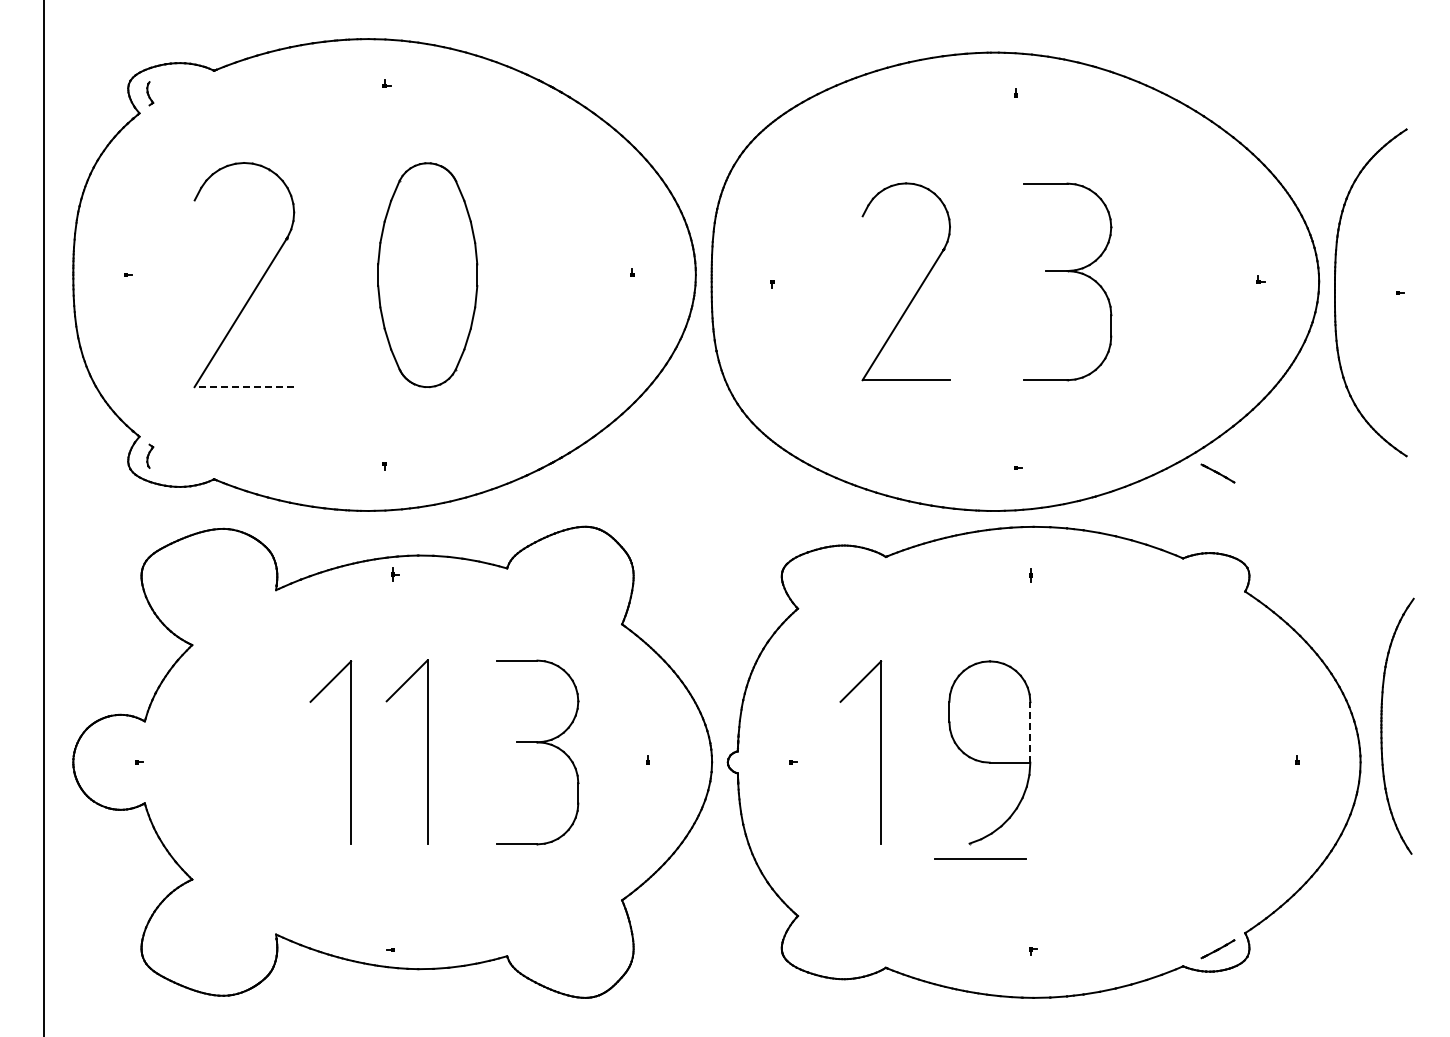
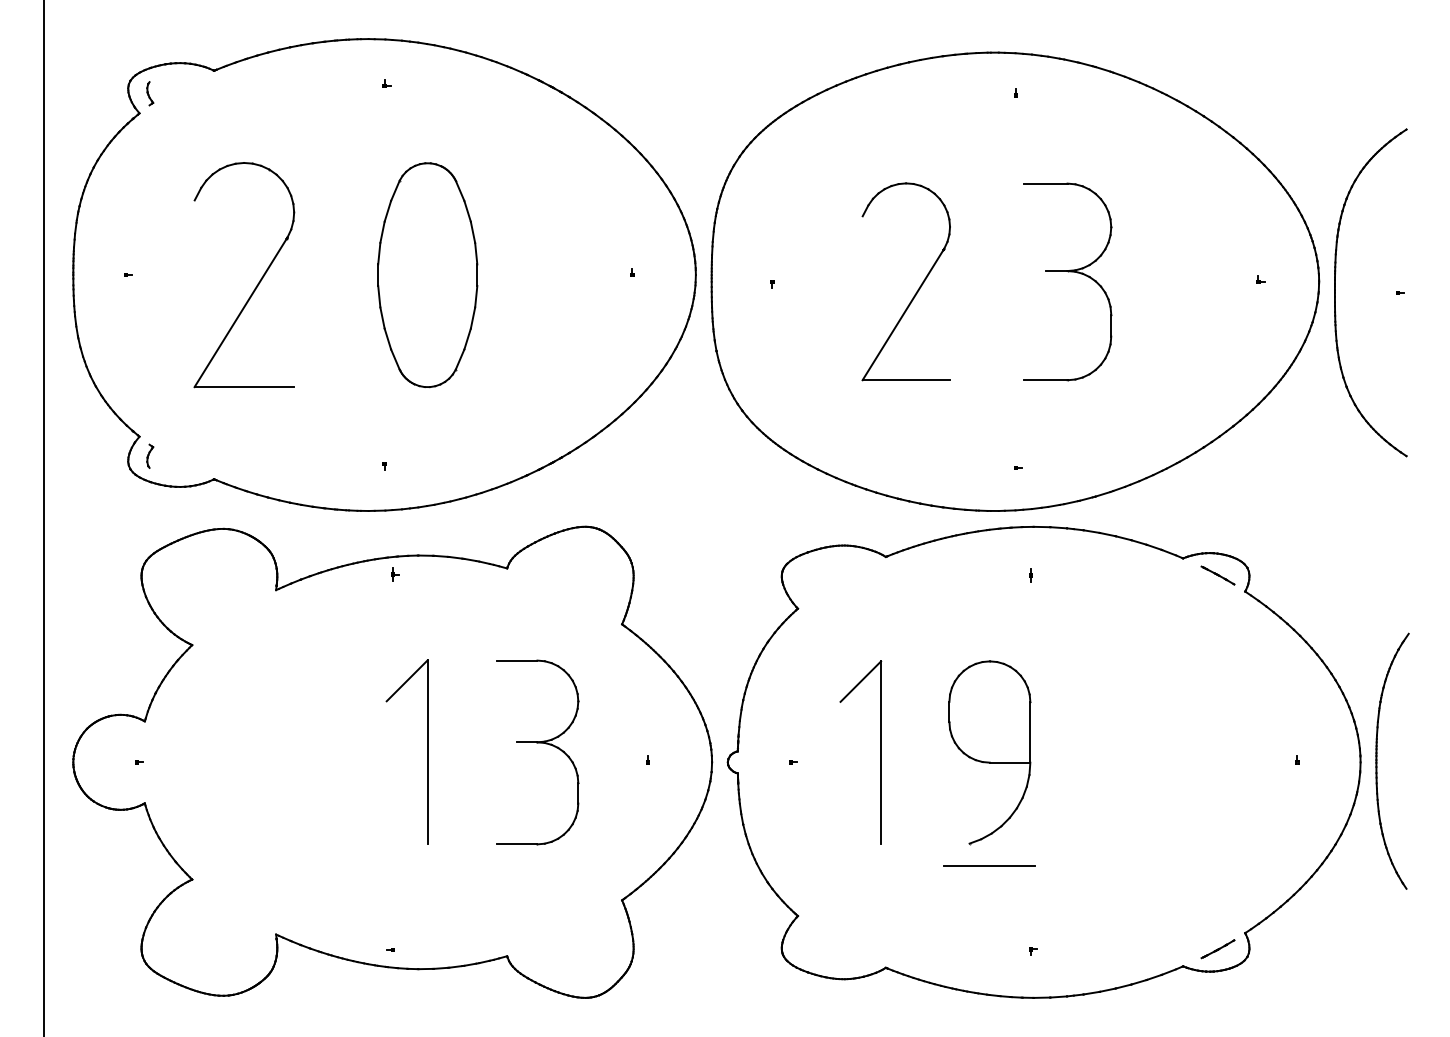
line at (244, 387): dashed -> solid
line at (1217, 473) position: (1217, 473) -> (1217, 575)
part at (1382, 725) position: (1382, 725) -> (1377, 760)
line at (1030, 731): dashed -> solid
part at (350, 752): present -> none
line at (980, 858) position: (980, 858) -> (989, 865)
